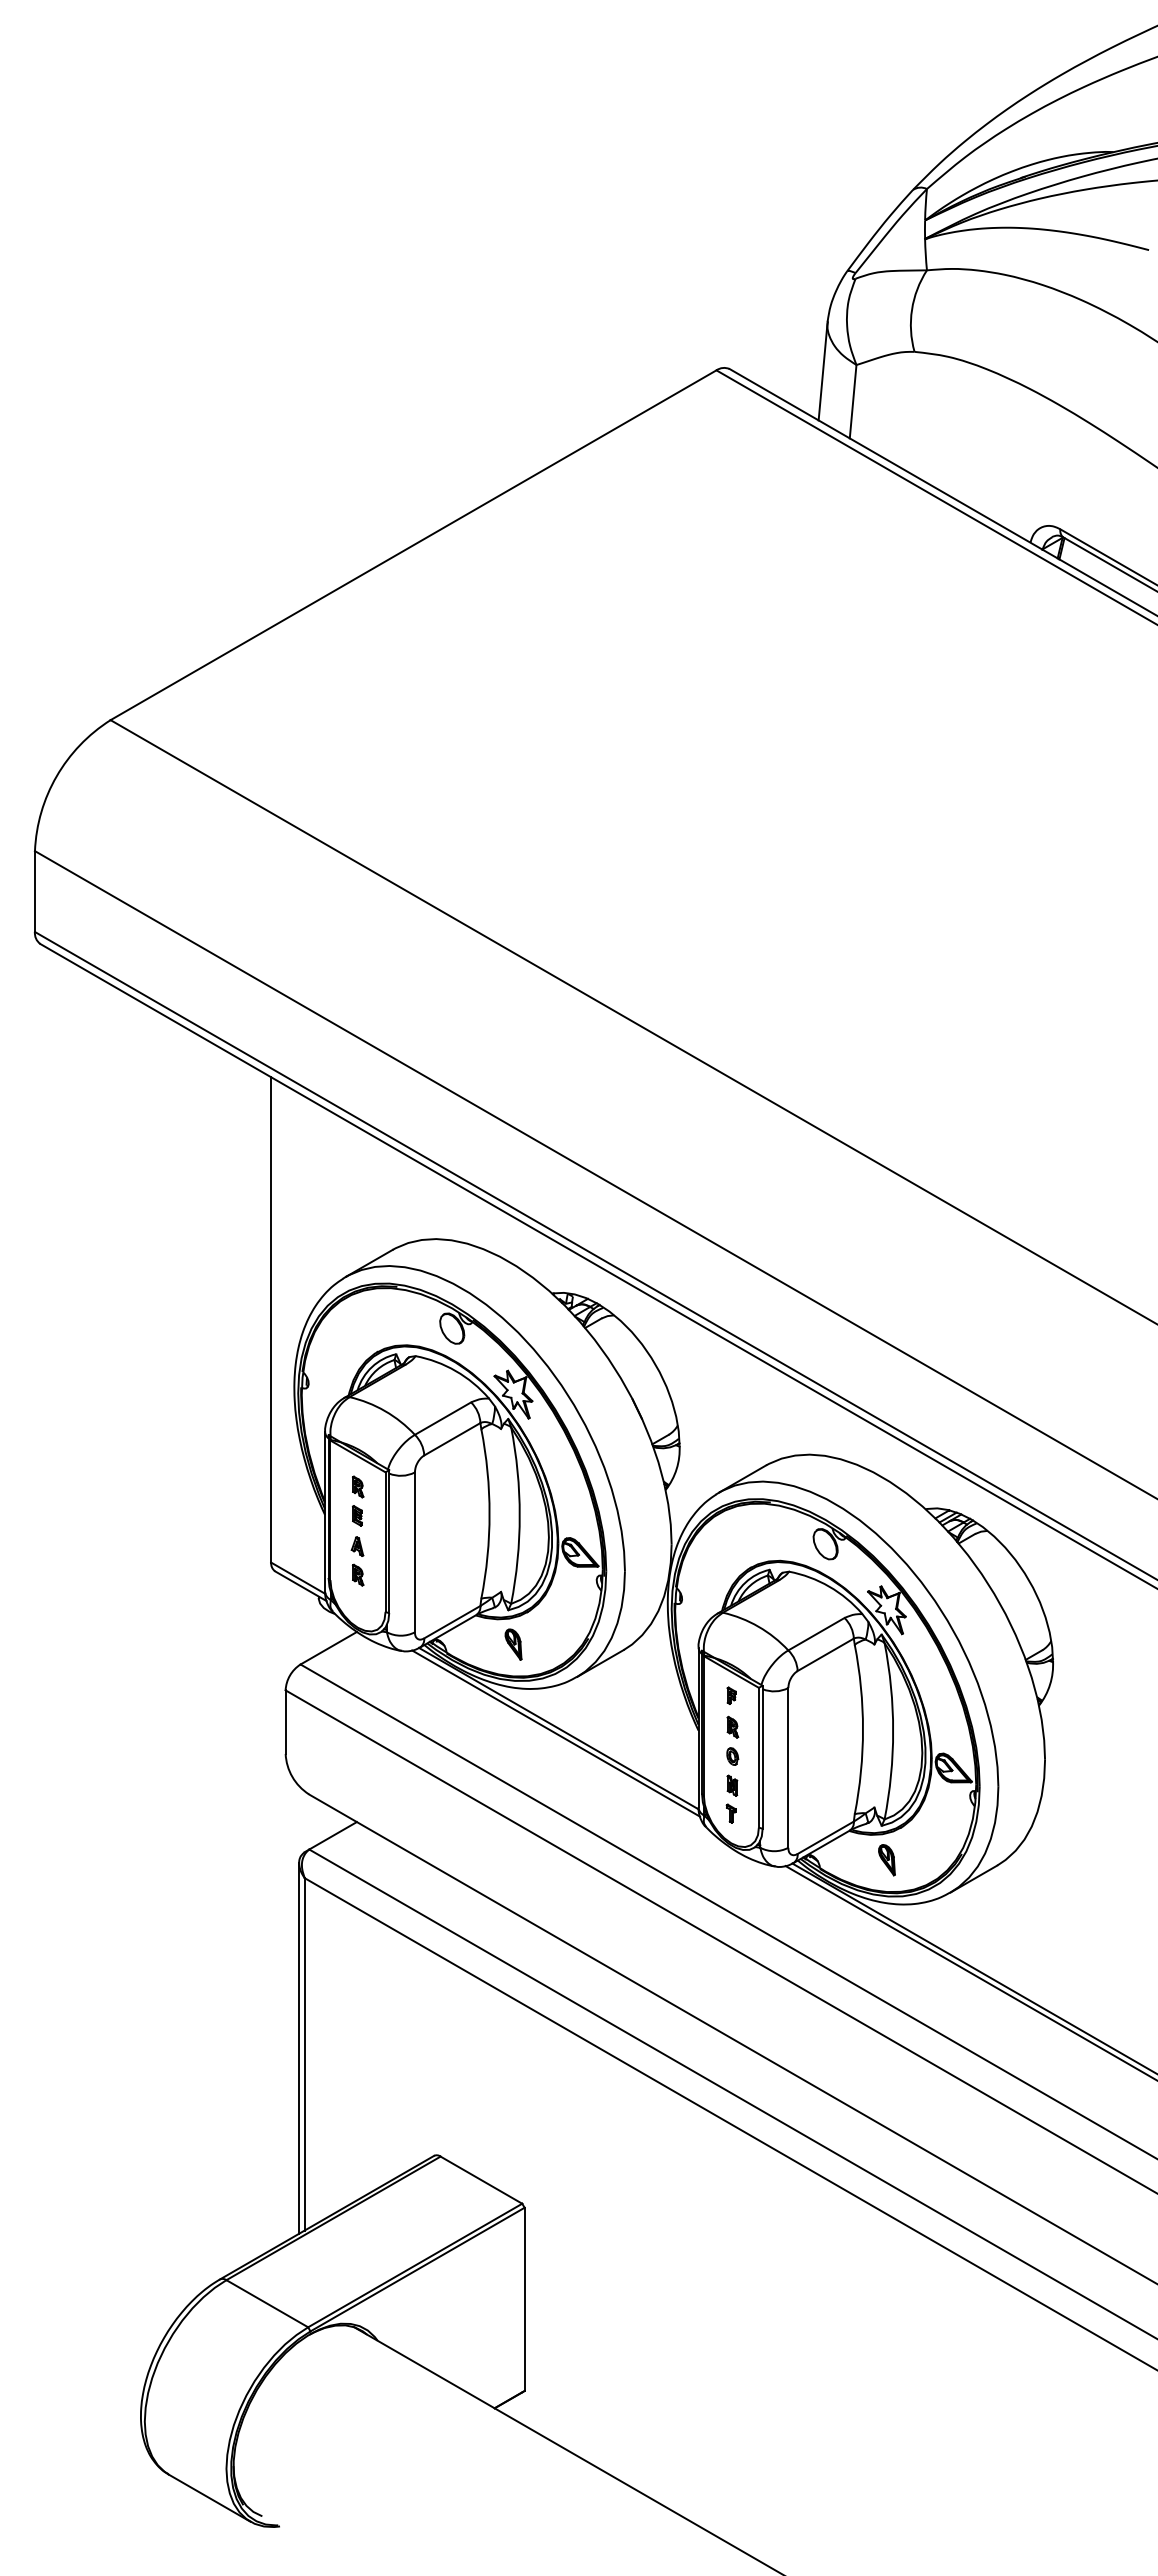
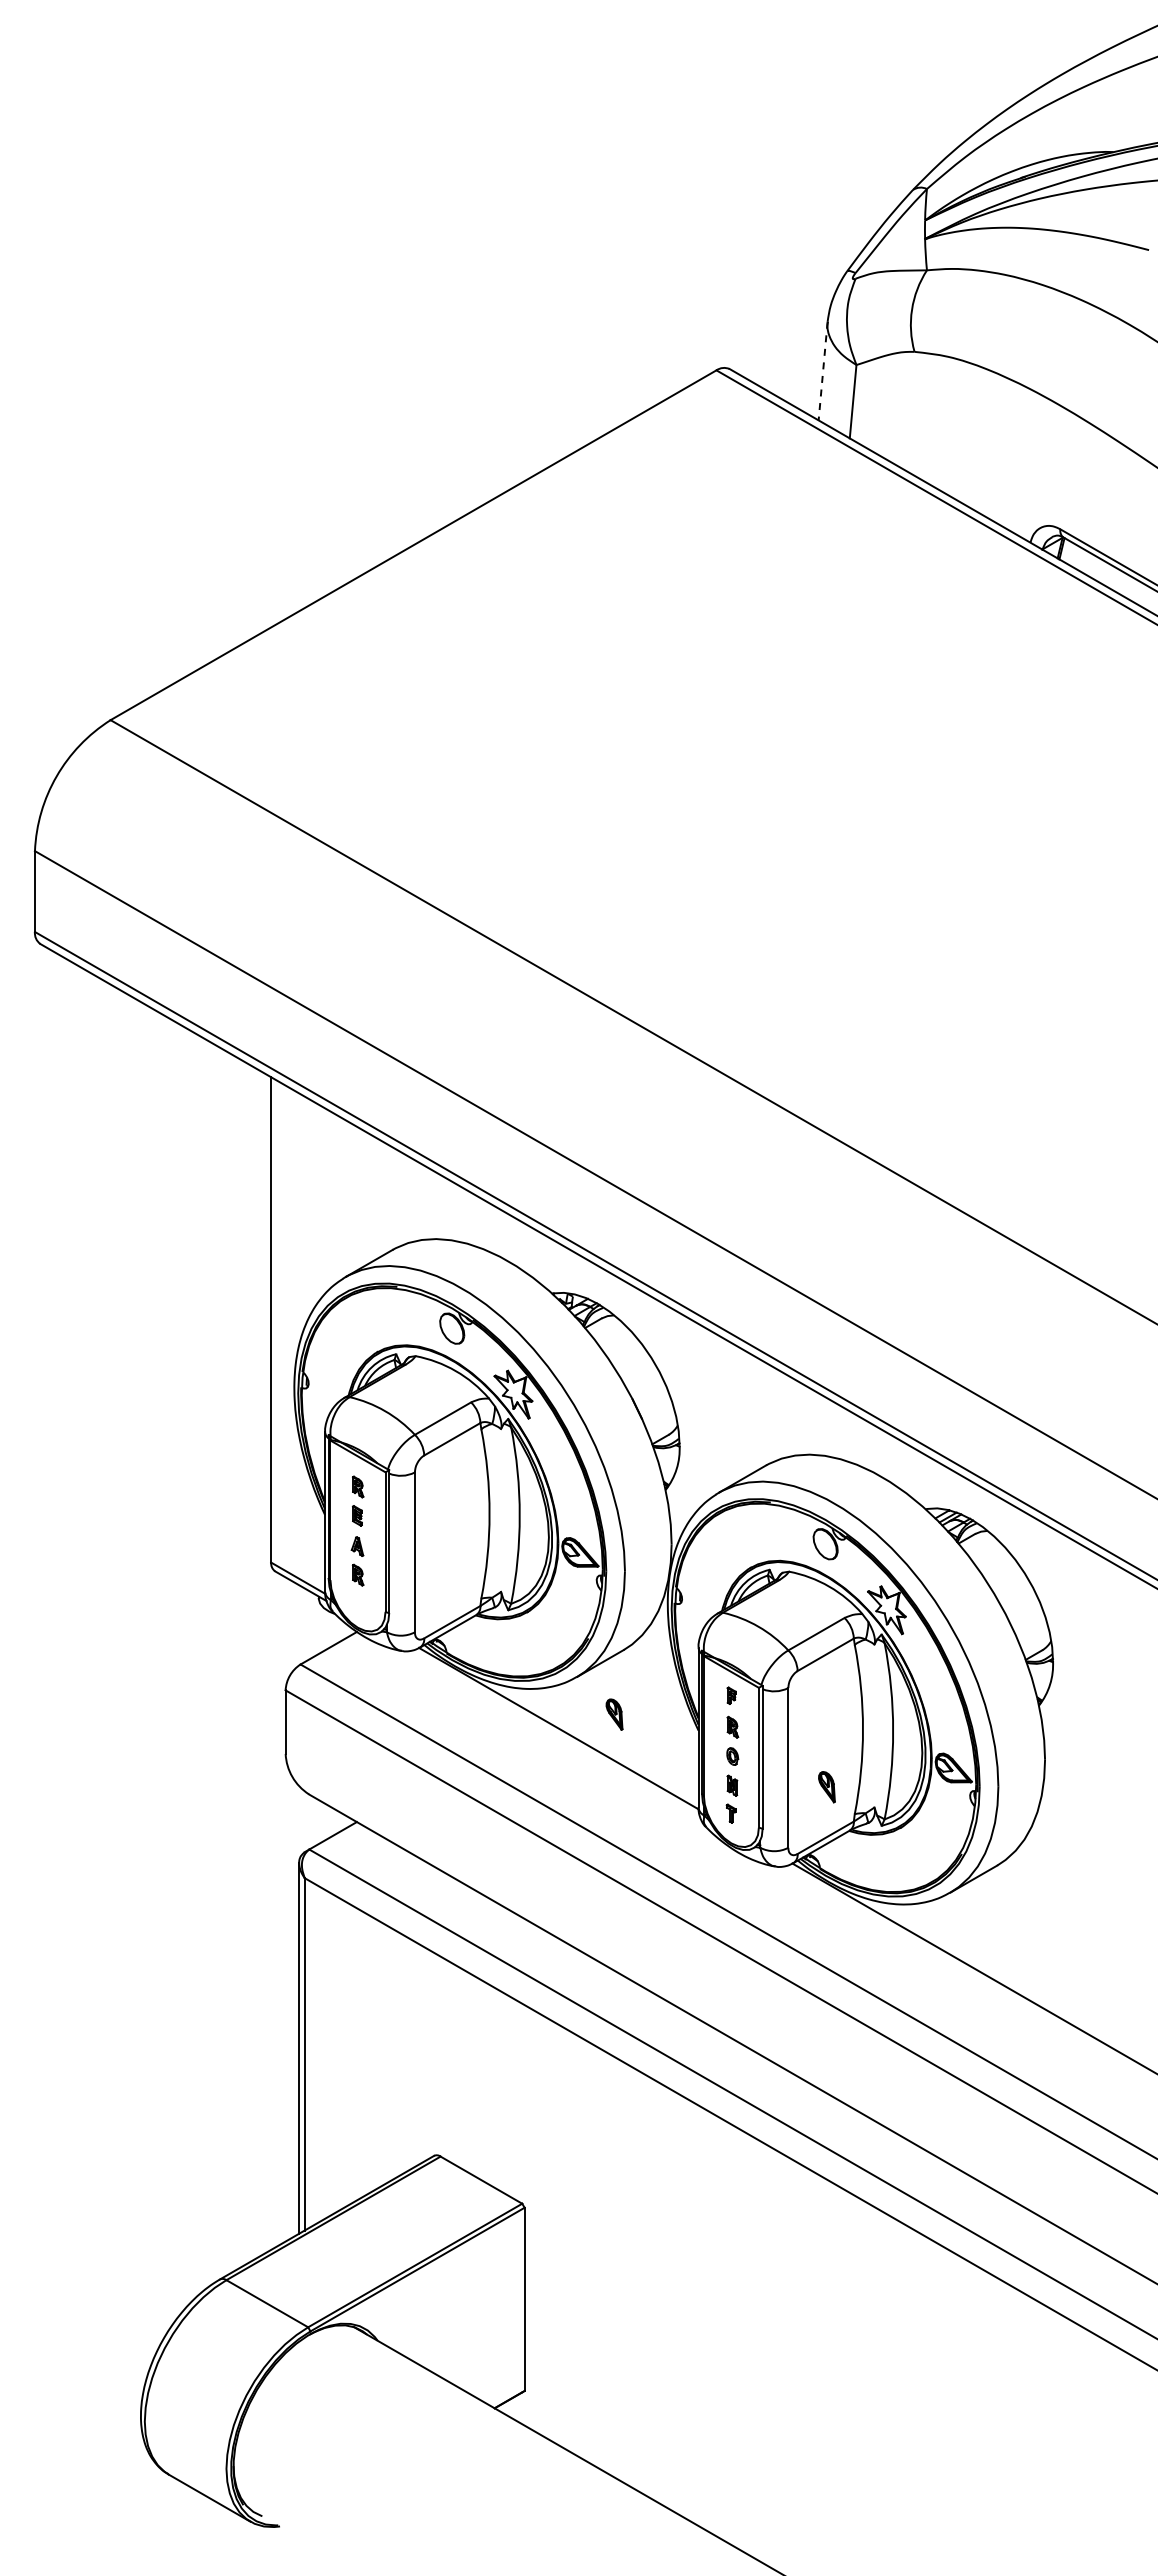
line at (823, 371): solid -> dashed
part at (513, 1644) position: (513, 1644) -> (614, 1714)
line at (556, 1733): present -> none
part at (886, 1860) position: (886, 1860) -> (826, 1787)
line at (969, 1972): present -> none
